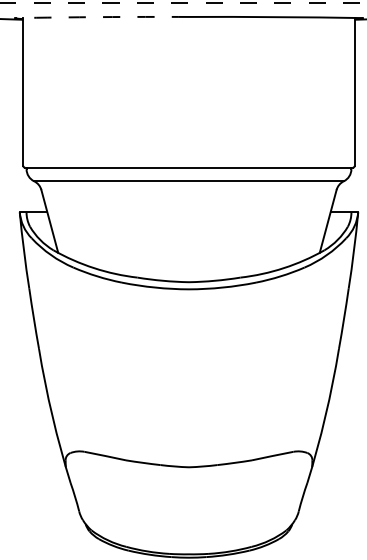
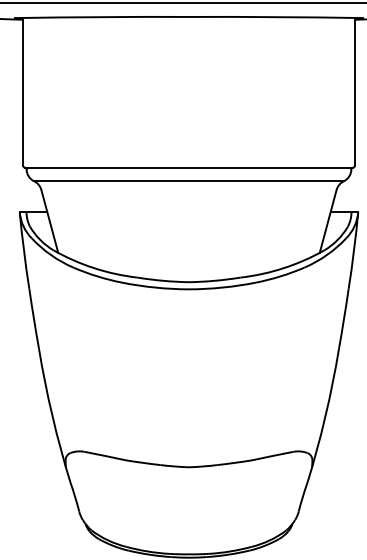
line at (184, 2): dashed -> solid
arc at (101, 17): dashed -> solid
